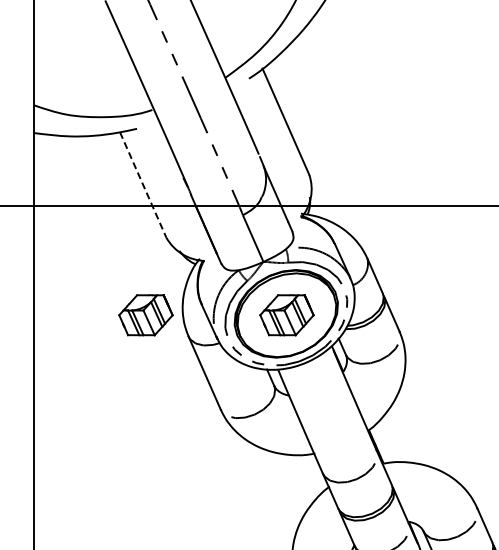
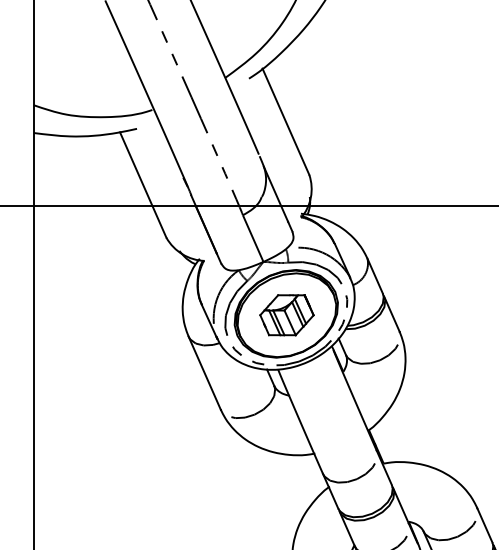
line at (143, 185): dashed -> solid
part at (145, 315): present -> none
